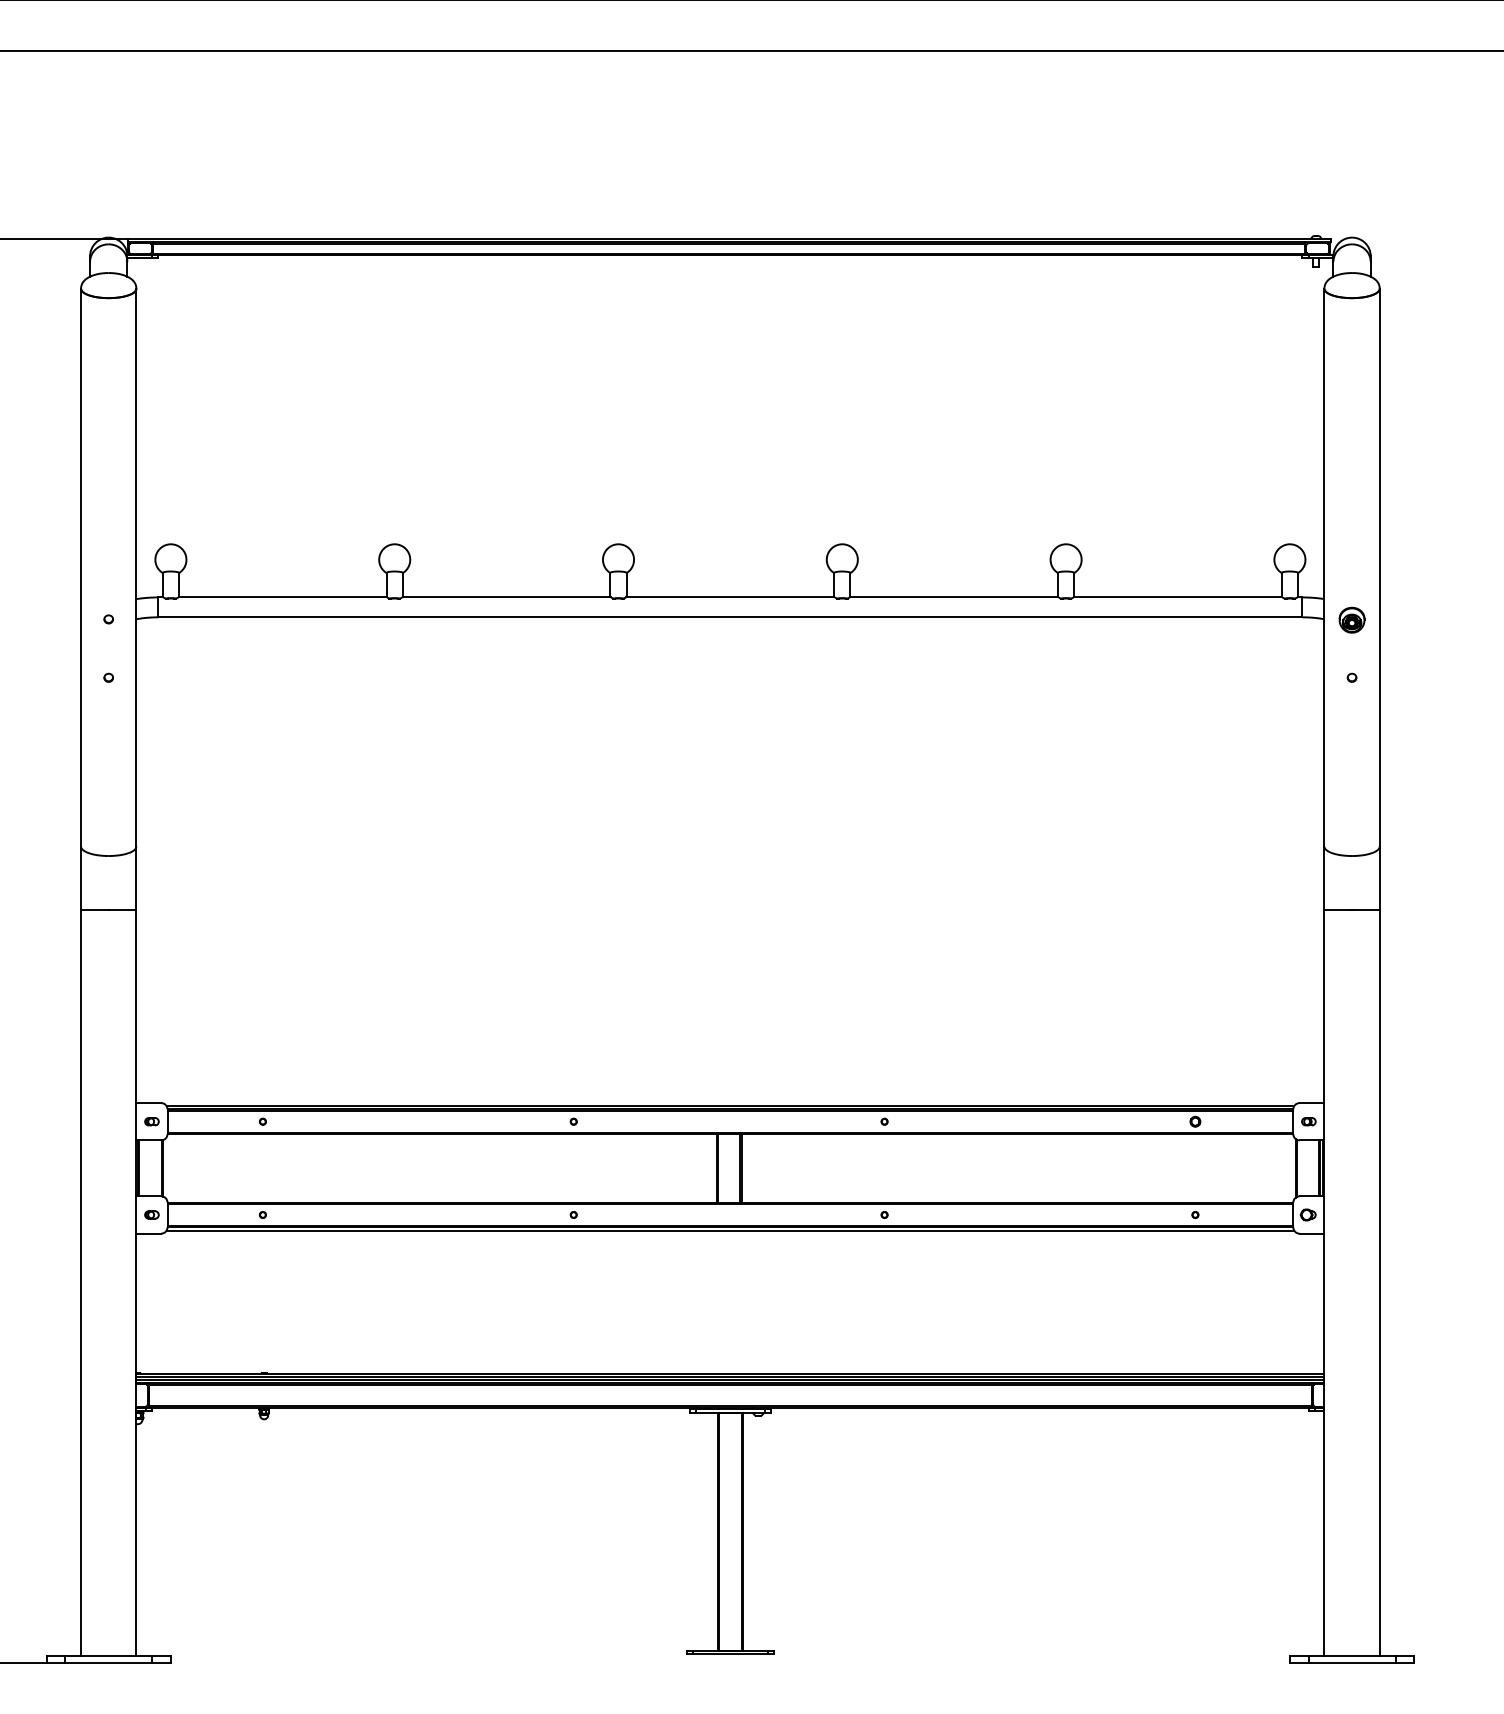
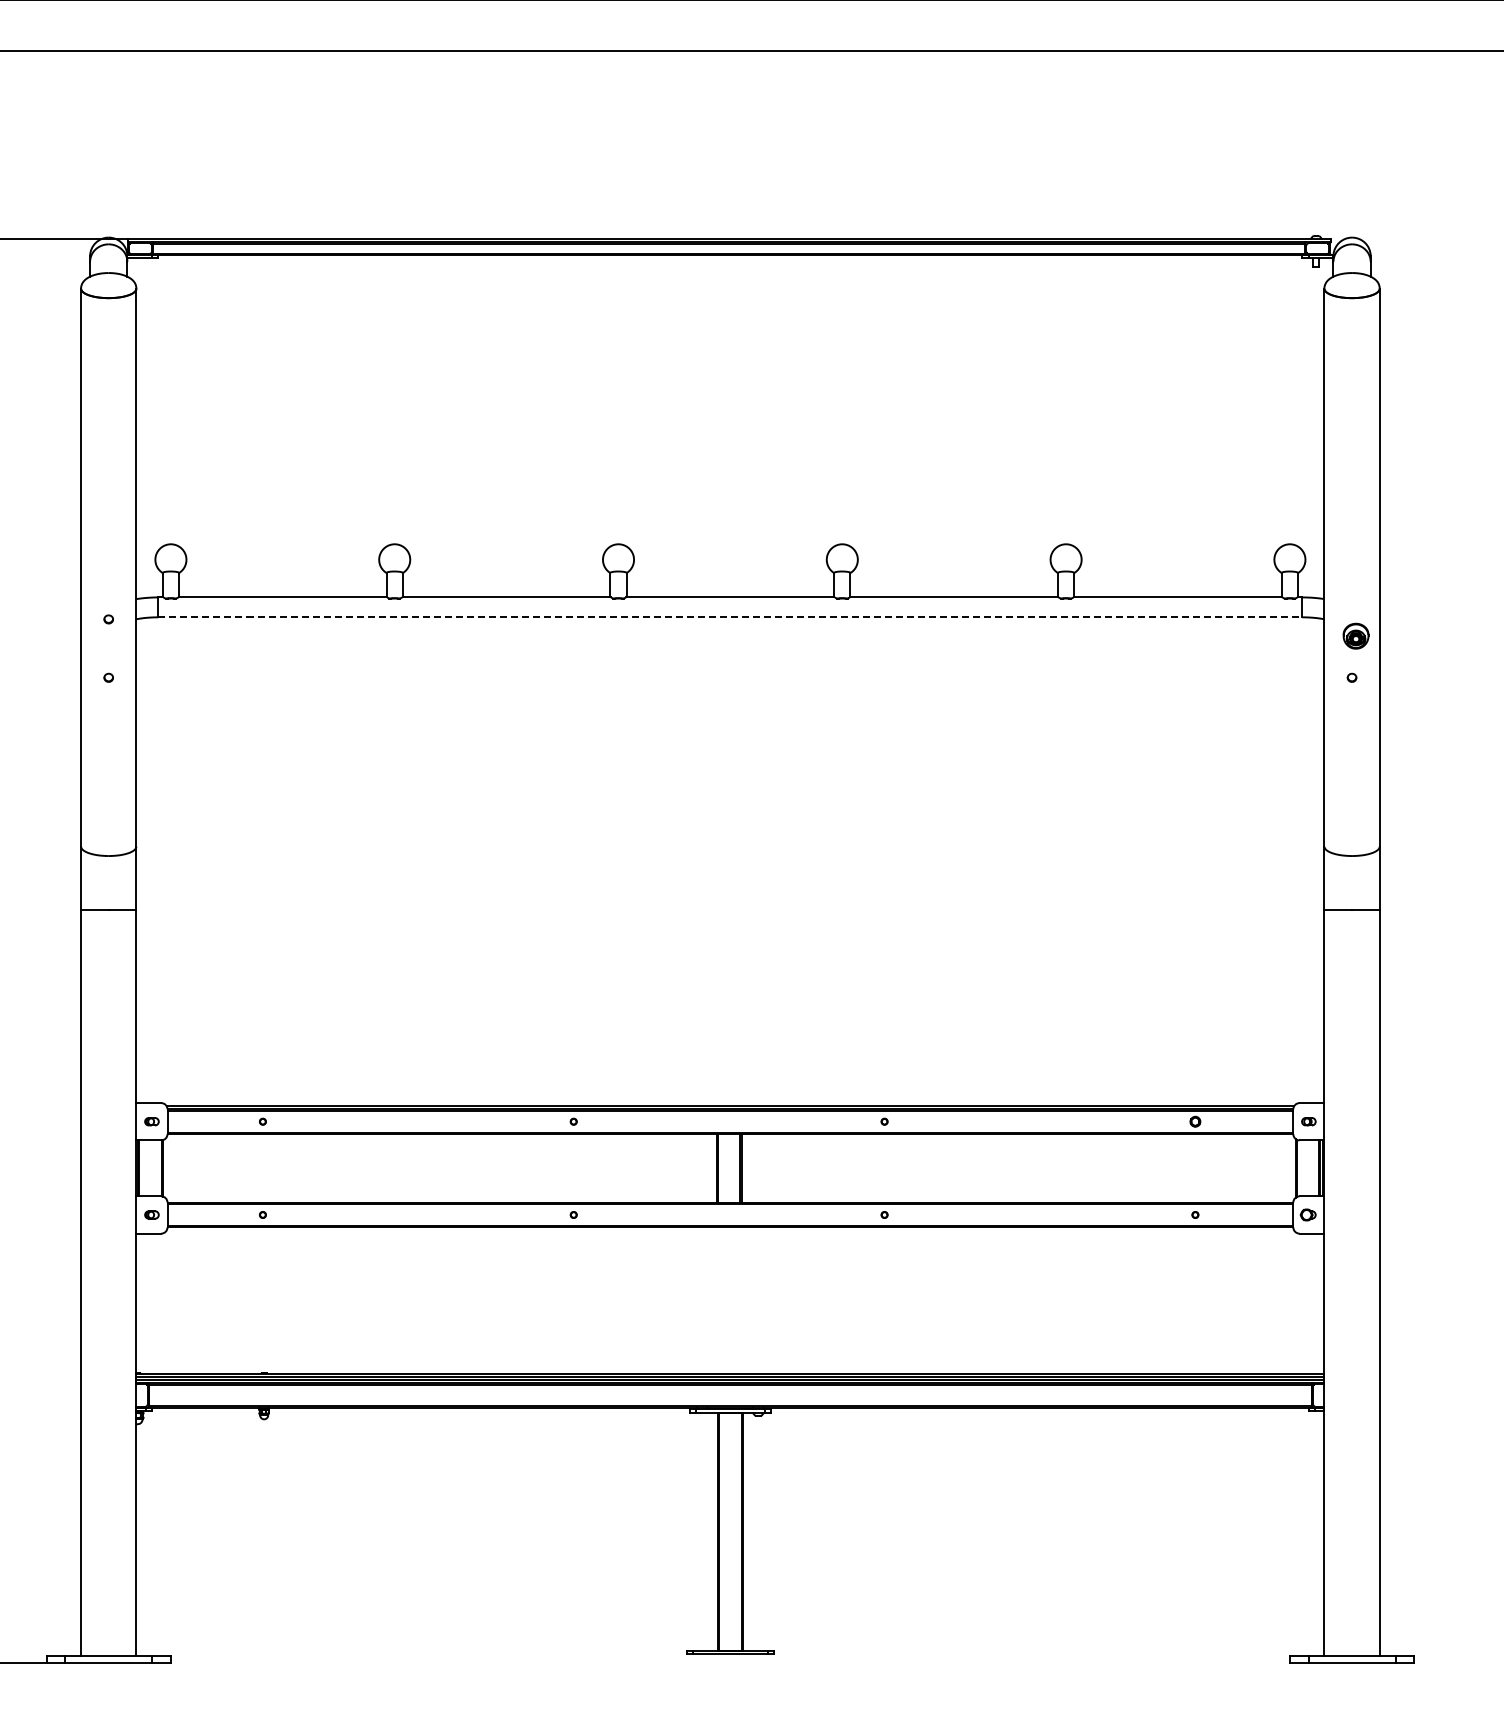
line at (730, 617): solid -> dashed
part at (1351, 619) position: (1351, 619) -> (1355, 635)
line at (730, 1230): present -> none
